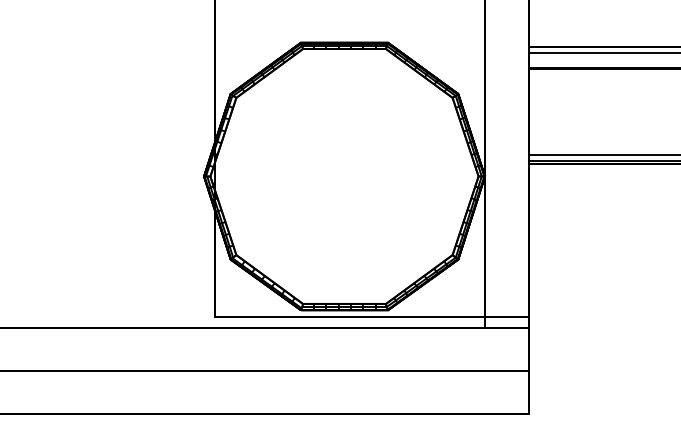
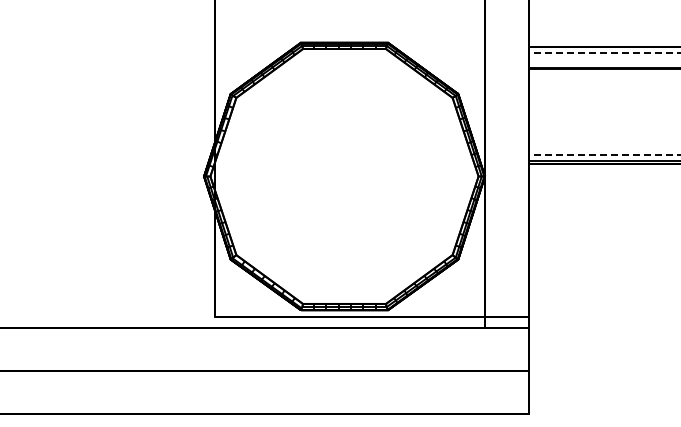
line at (604, 52): solid -> dashed
line at (604, 154): solid -> dashed
